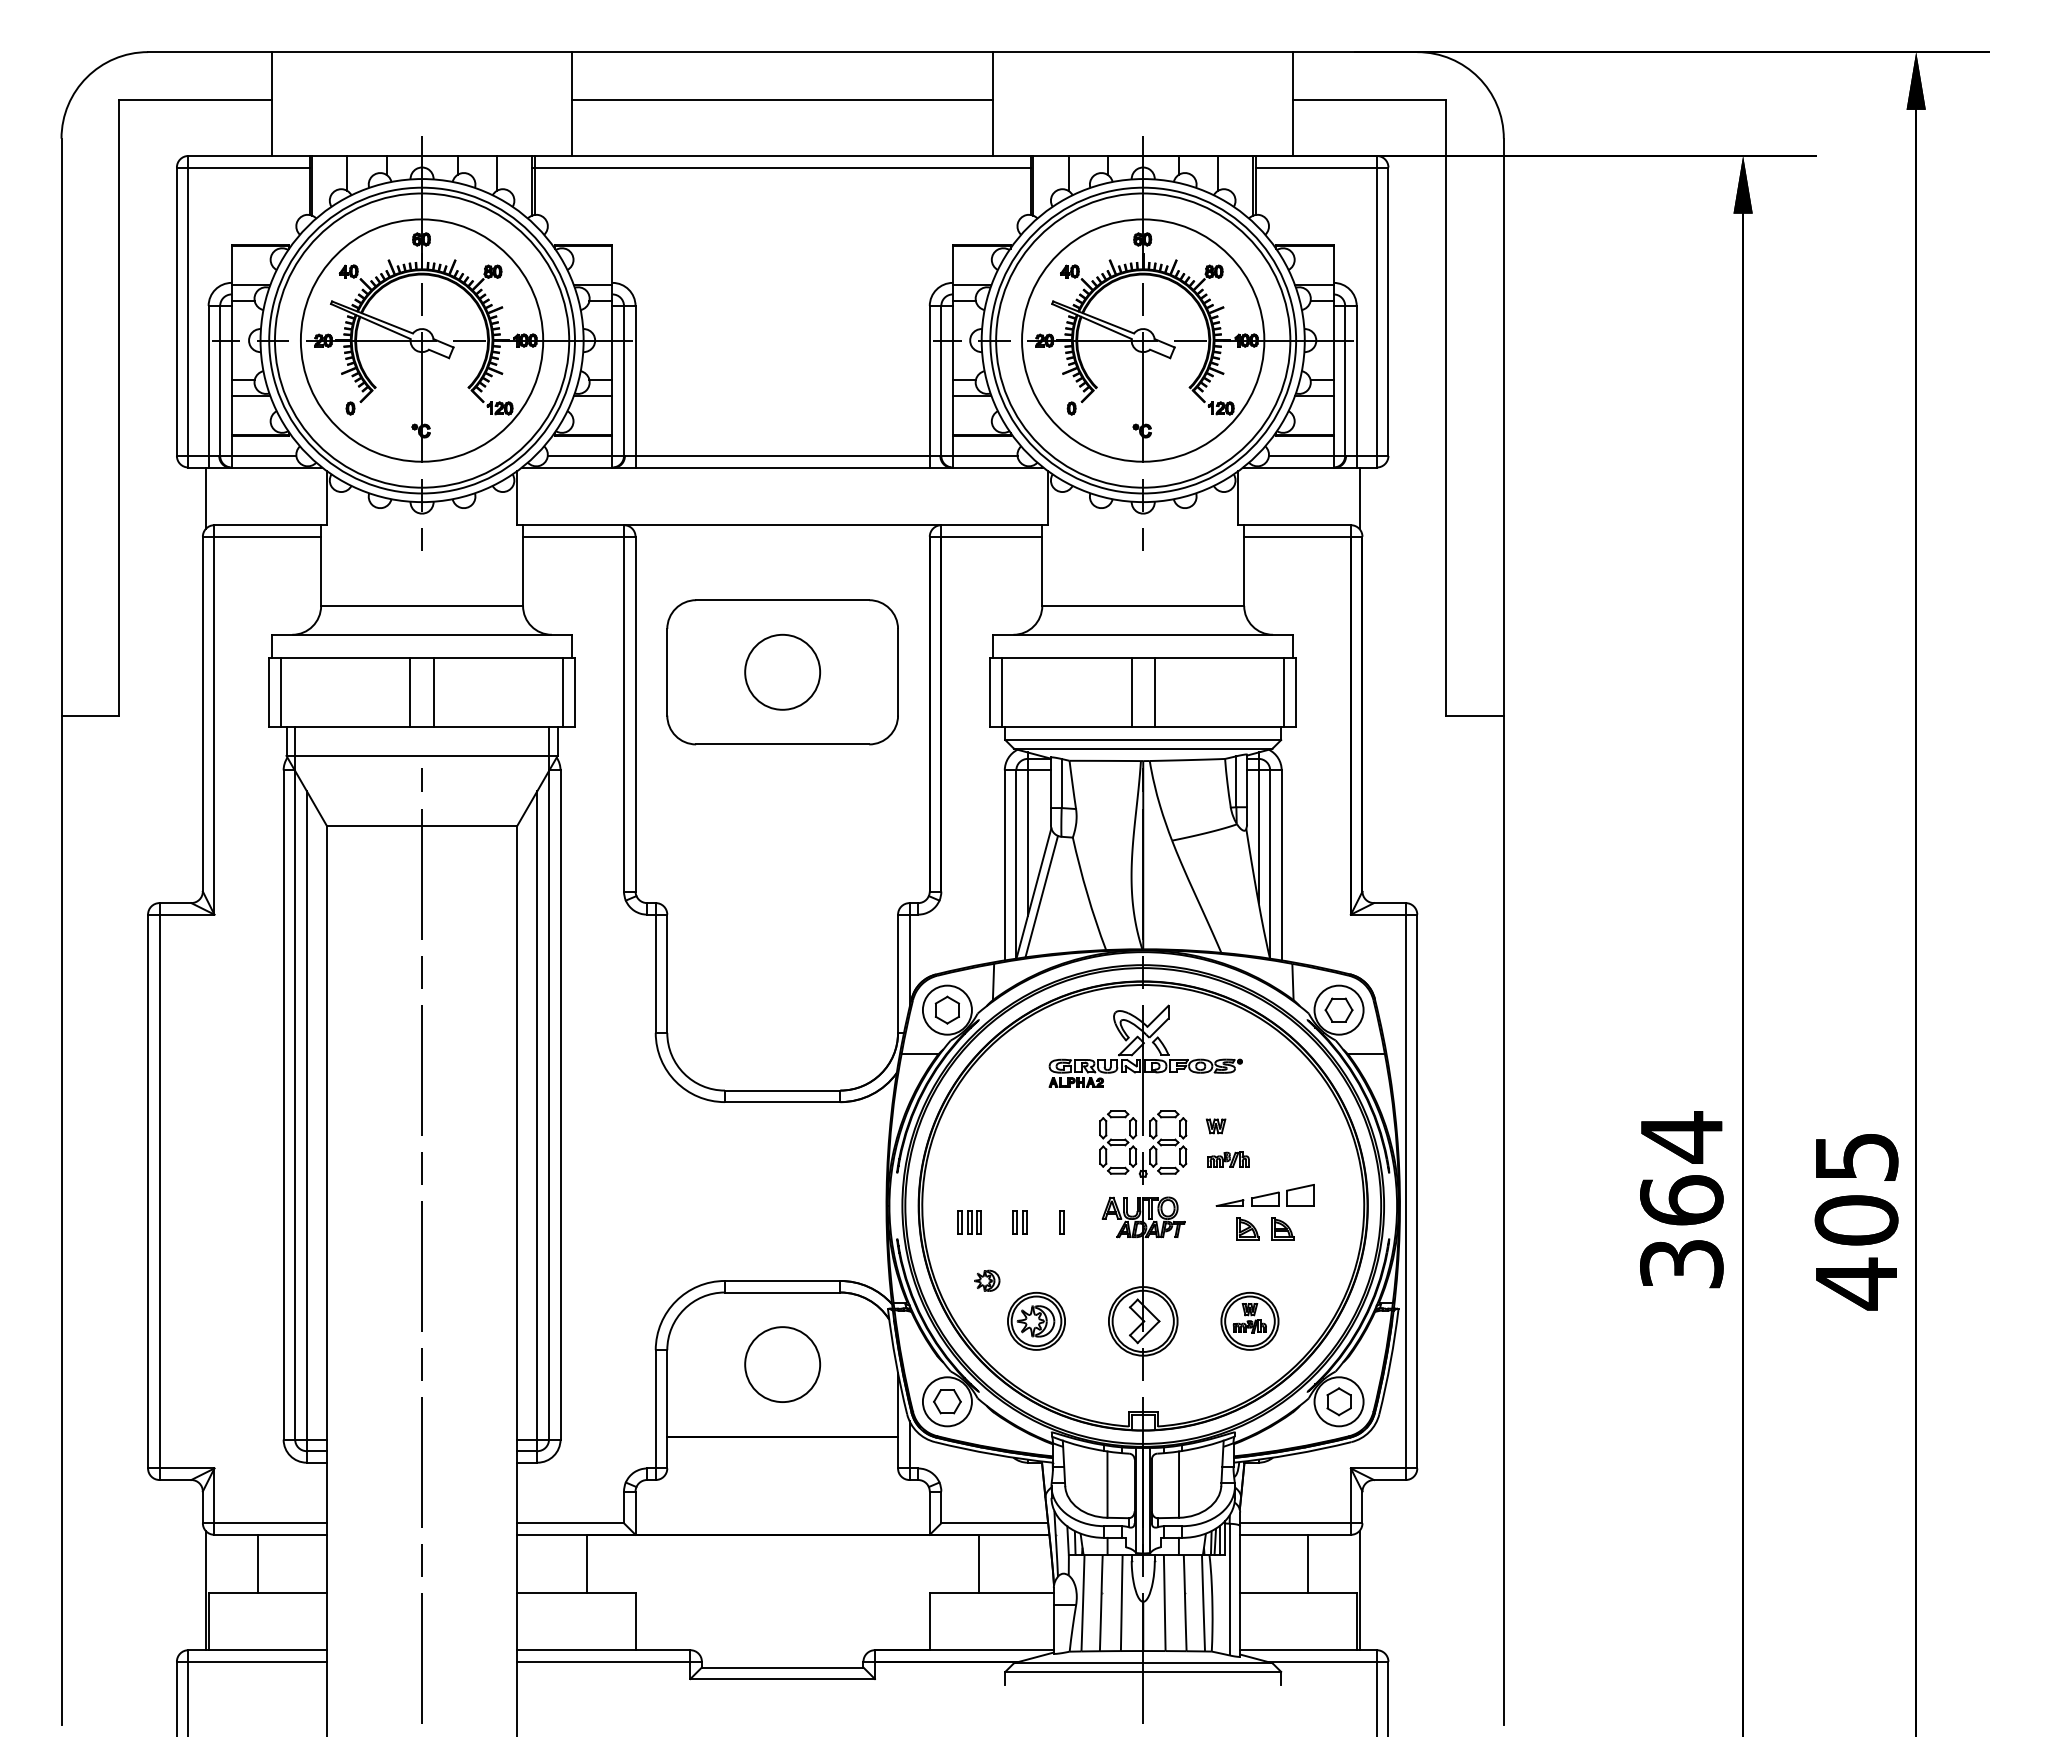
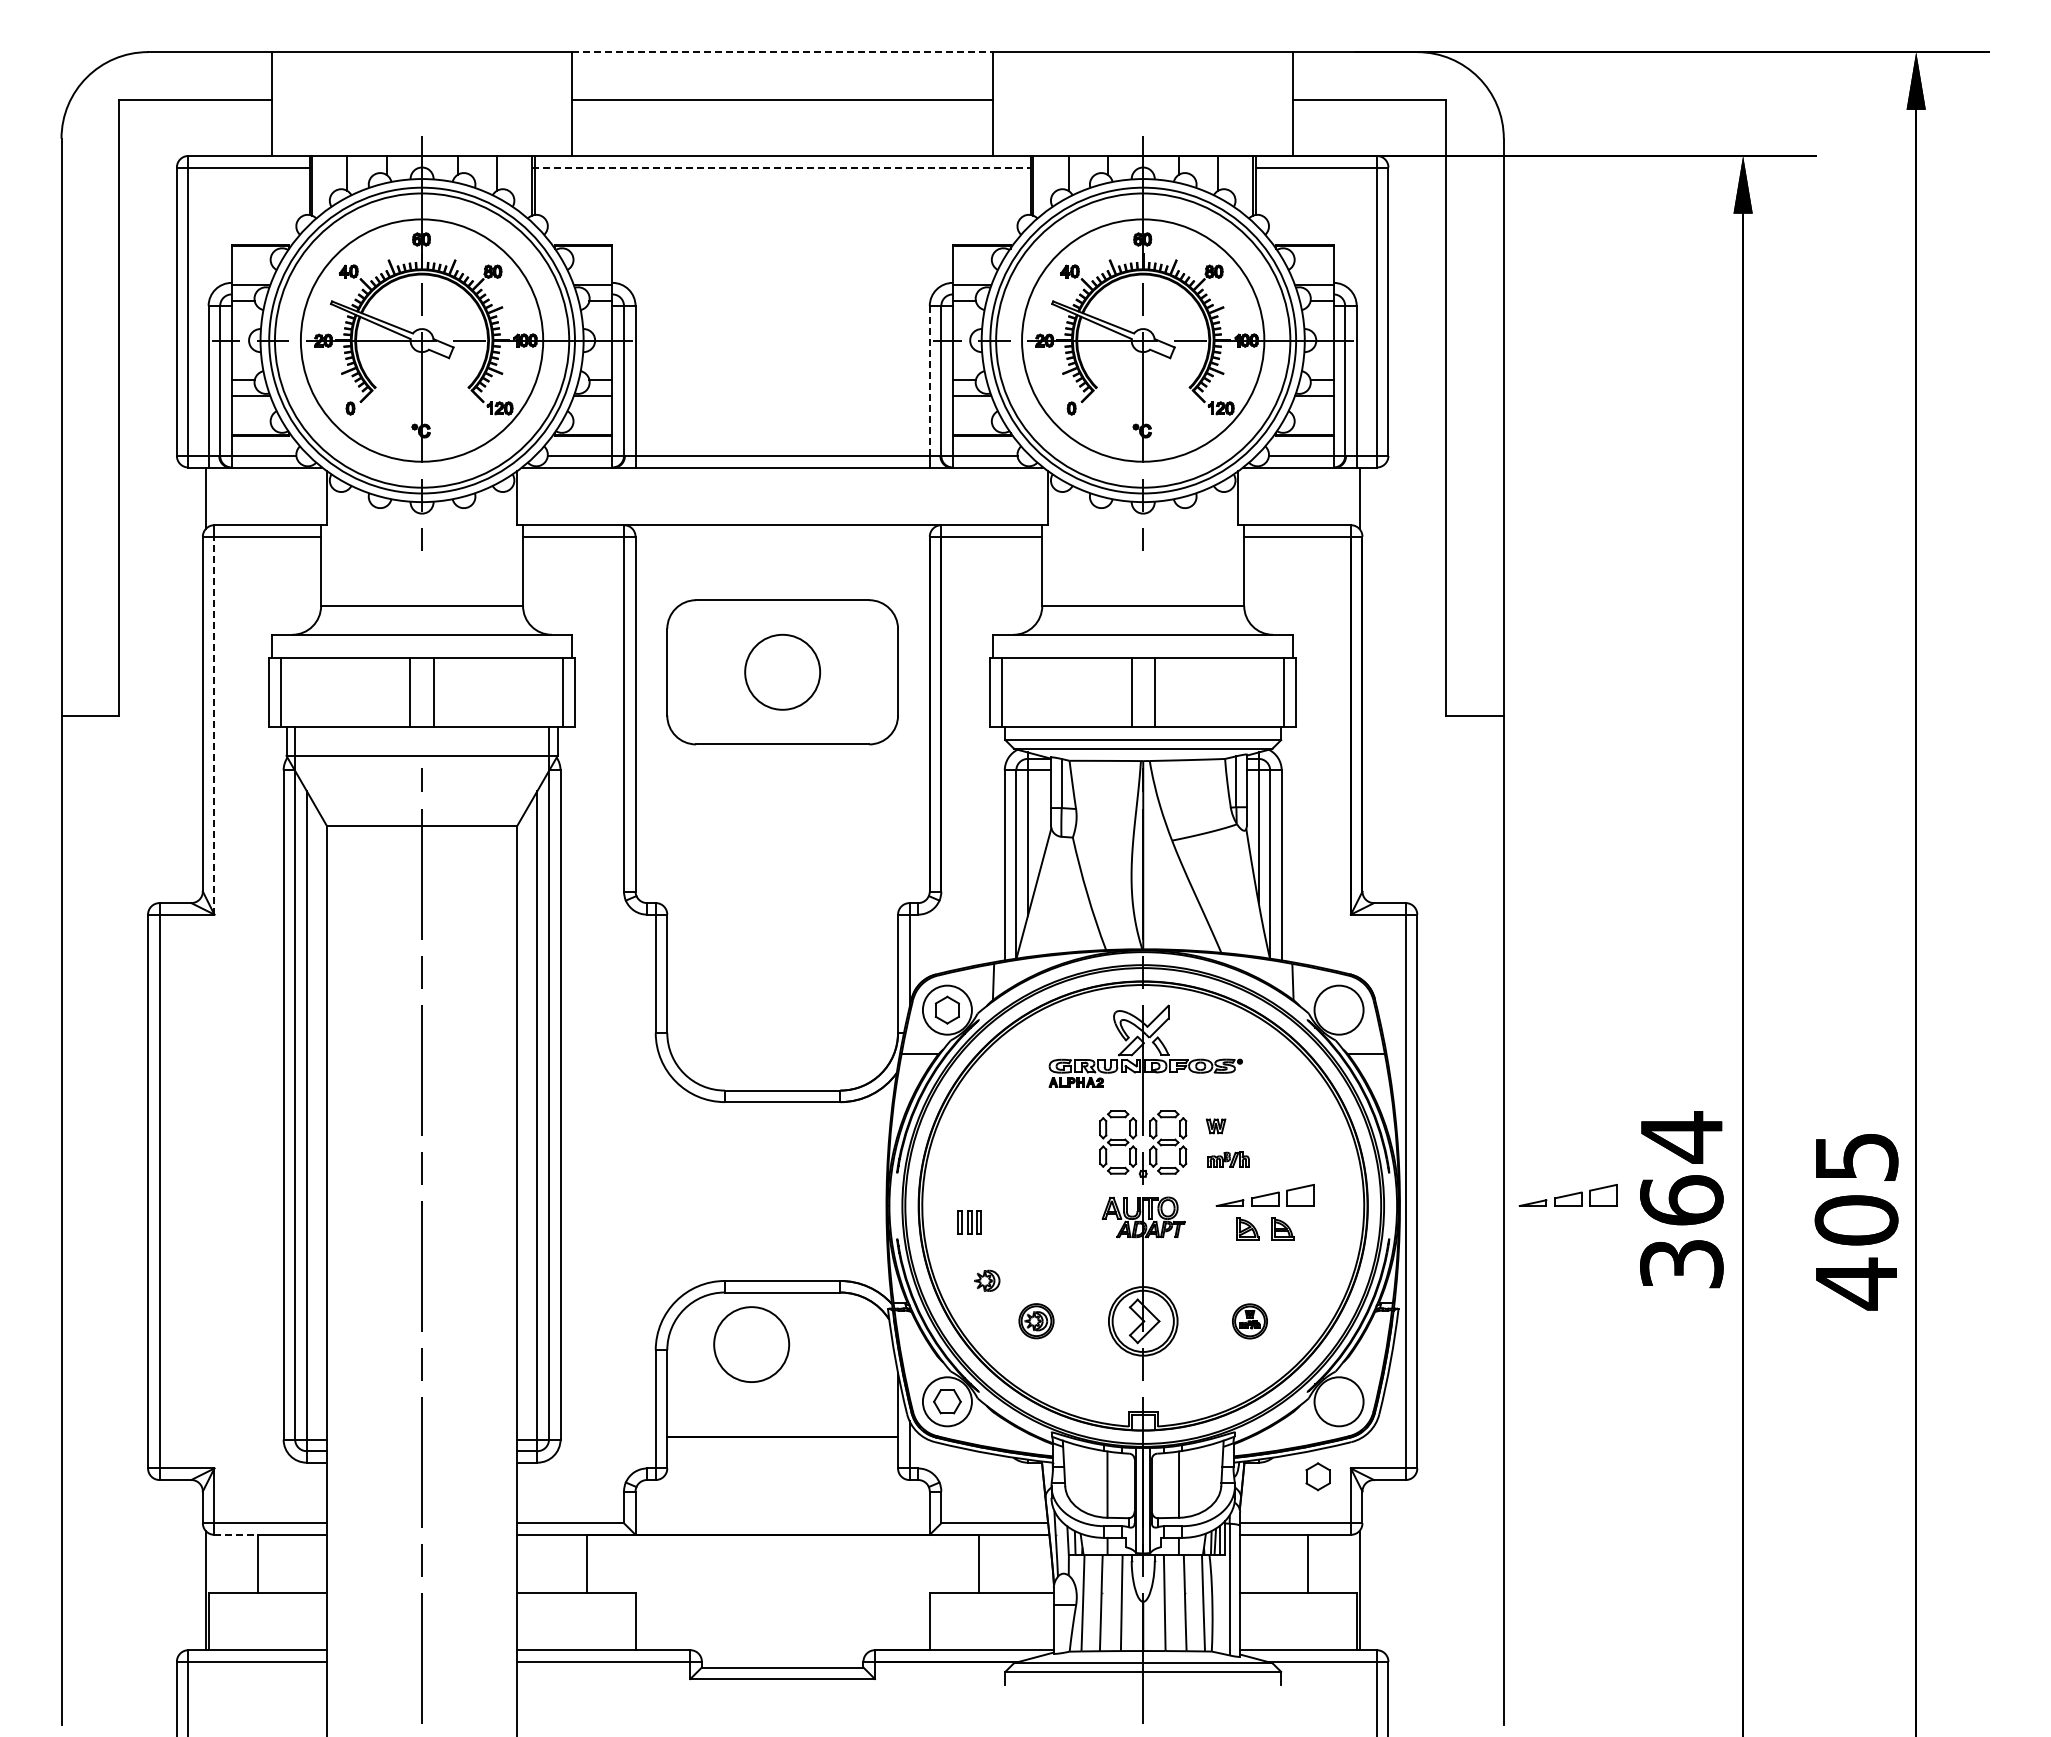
line at (782, 52): solid -> dashed
line at (782, 167): solid -> dashed
line at (929, 380): solid -> dashed
line at (214, 725): solid -> dashed
line at (1041, 896): present -> none
part at (1338, 1009): present -> none
part at (1567, 1195): none -> present
part at (1019, 1222): present -> none
part at (1061, 1222): present -> none
part at (1036, 1320) size: 59x60 px -> 37x37 px
part at (1249, 1321) size: 60x59 px -> 36x37 px
circle at (782, 1364) position: (782, 1364) -> (751, 1344)
part at (1338, 1401) position: (1338, 1401) -> (1317, 1476)
line at (236, 1534): solid -> dashed
